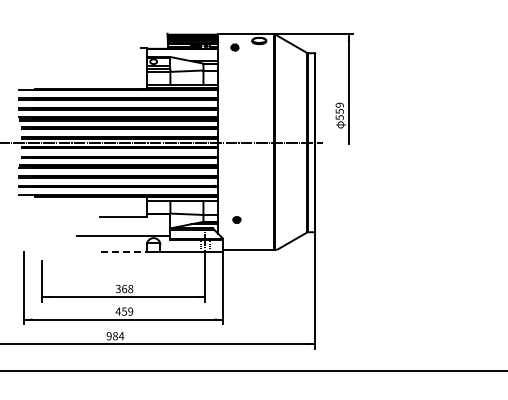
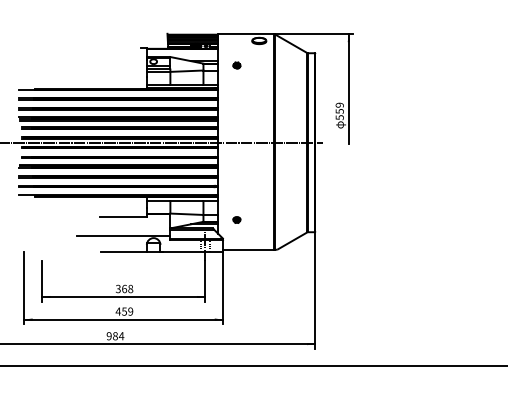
part at (234, 47) position: (234, 47) -> (236, 65)
line at (124, 251): dashed -> solid
line at (253, 371) position: (253, 371) -> (253, 366)
